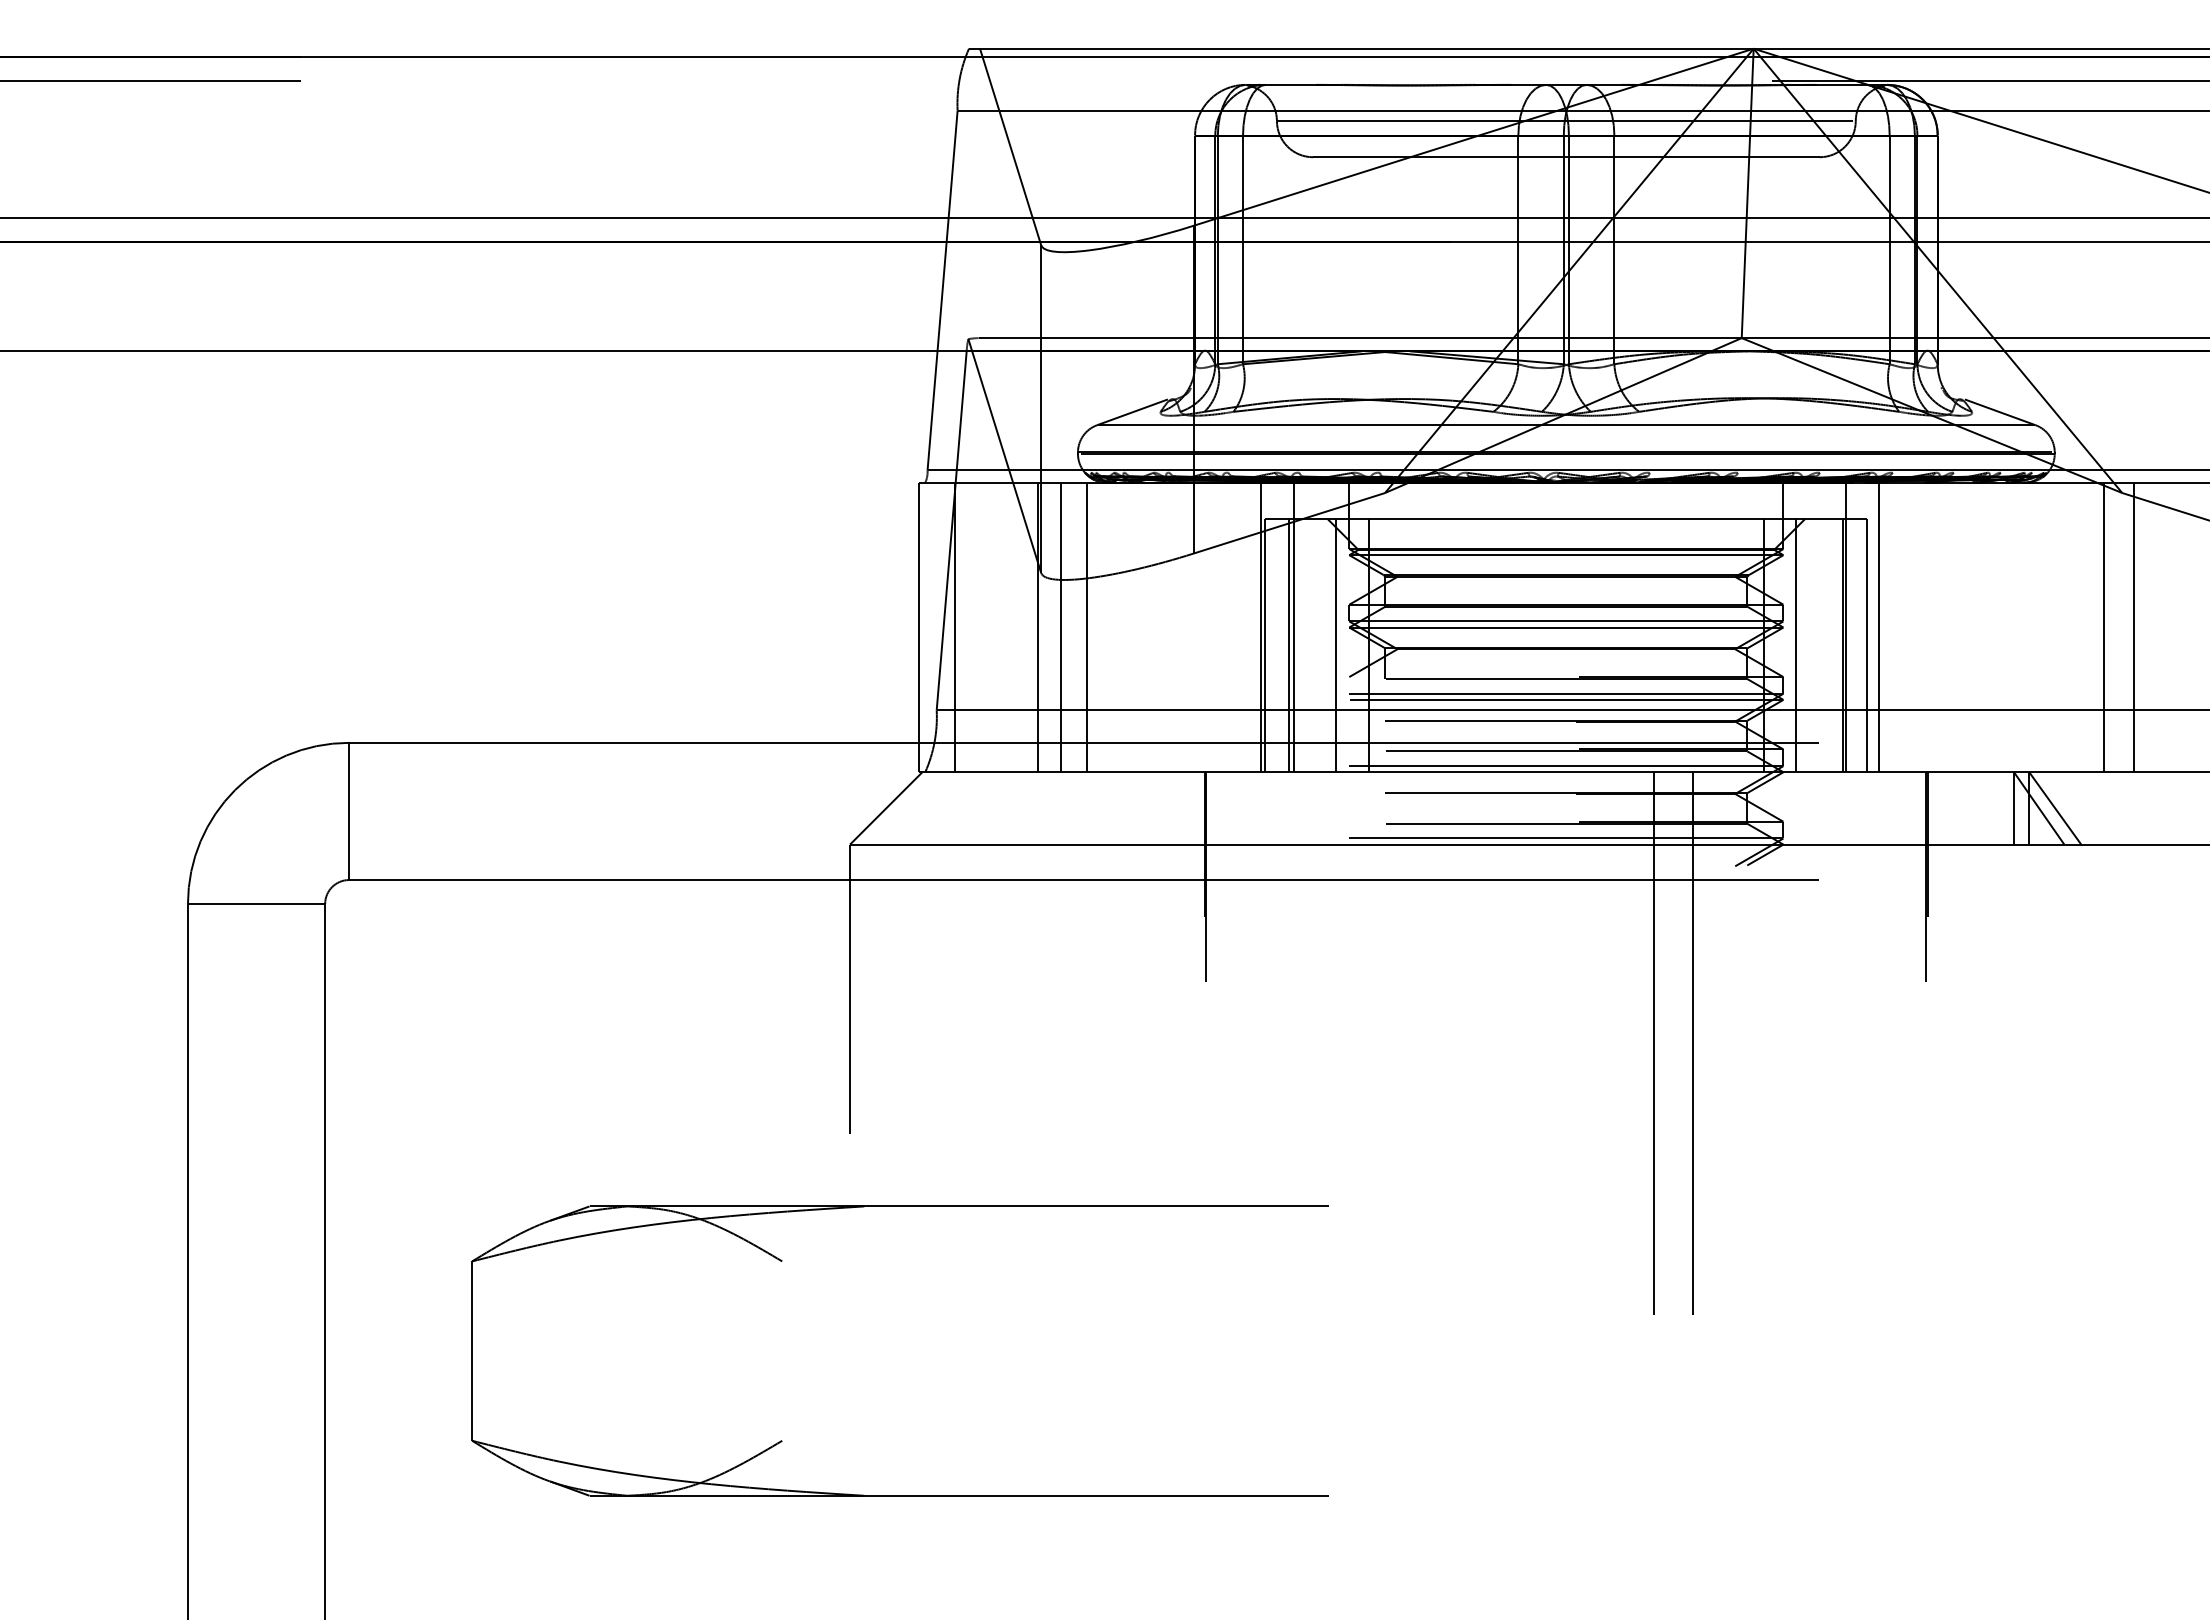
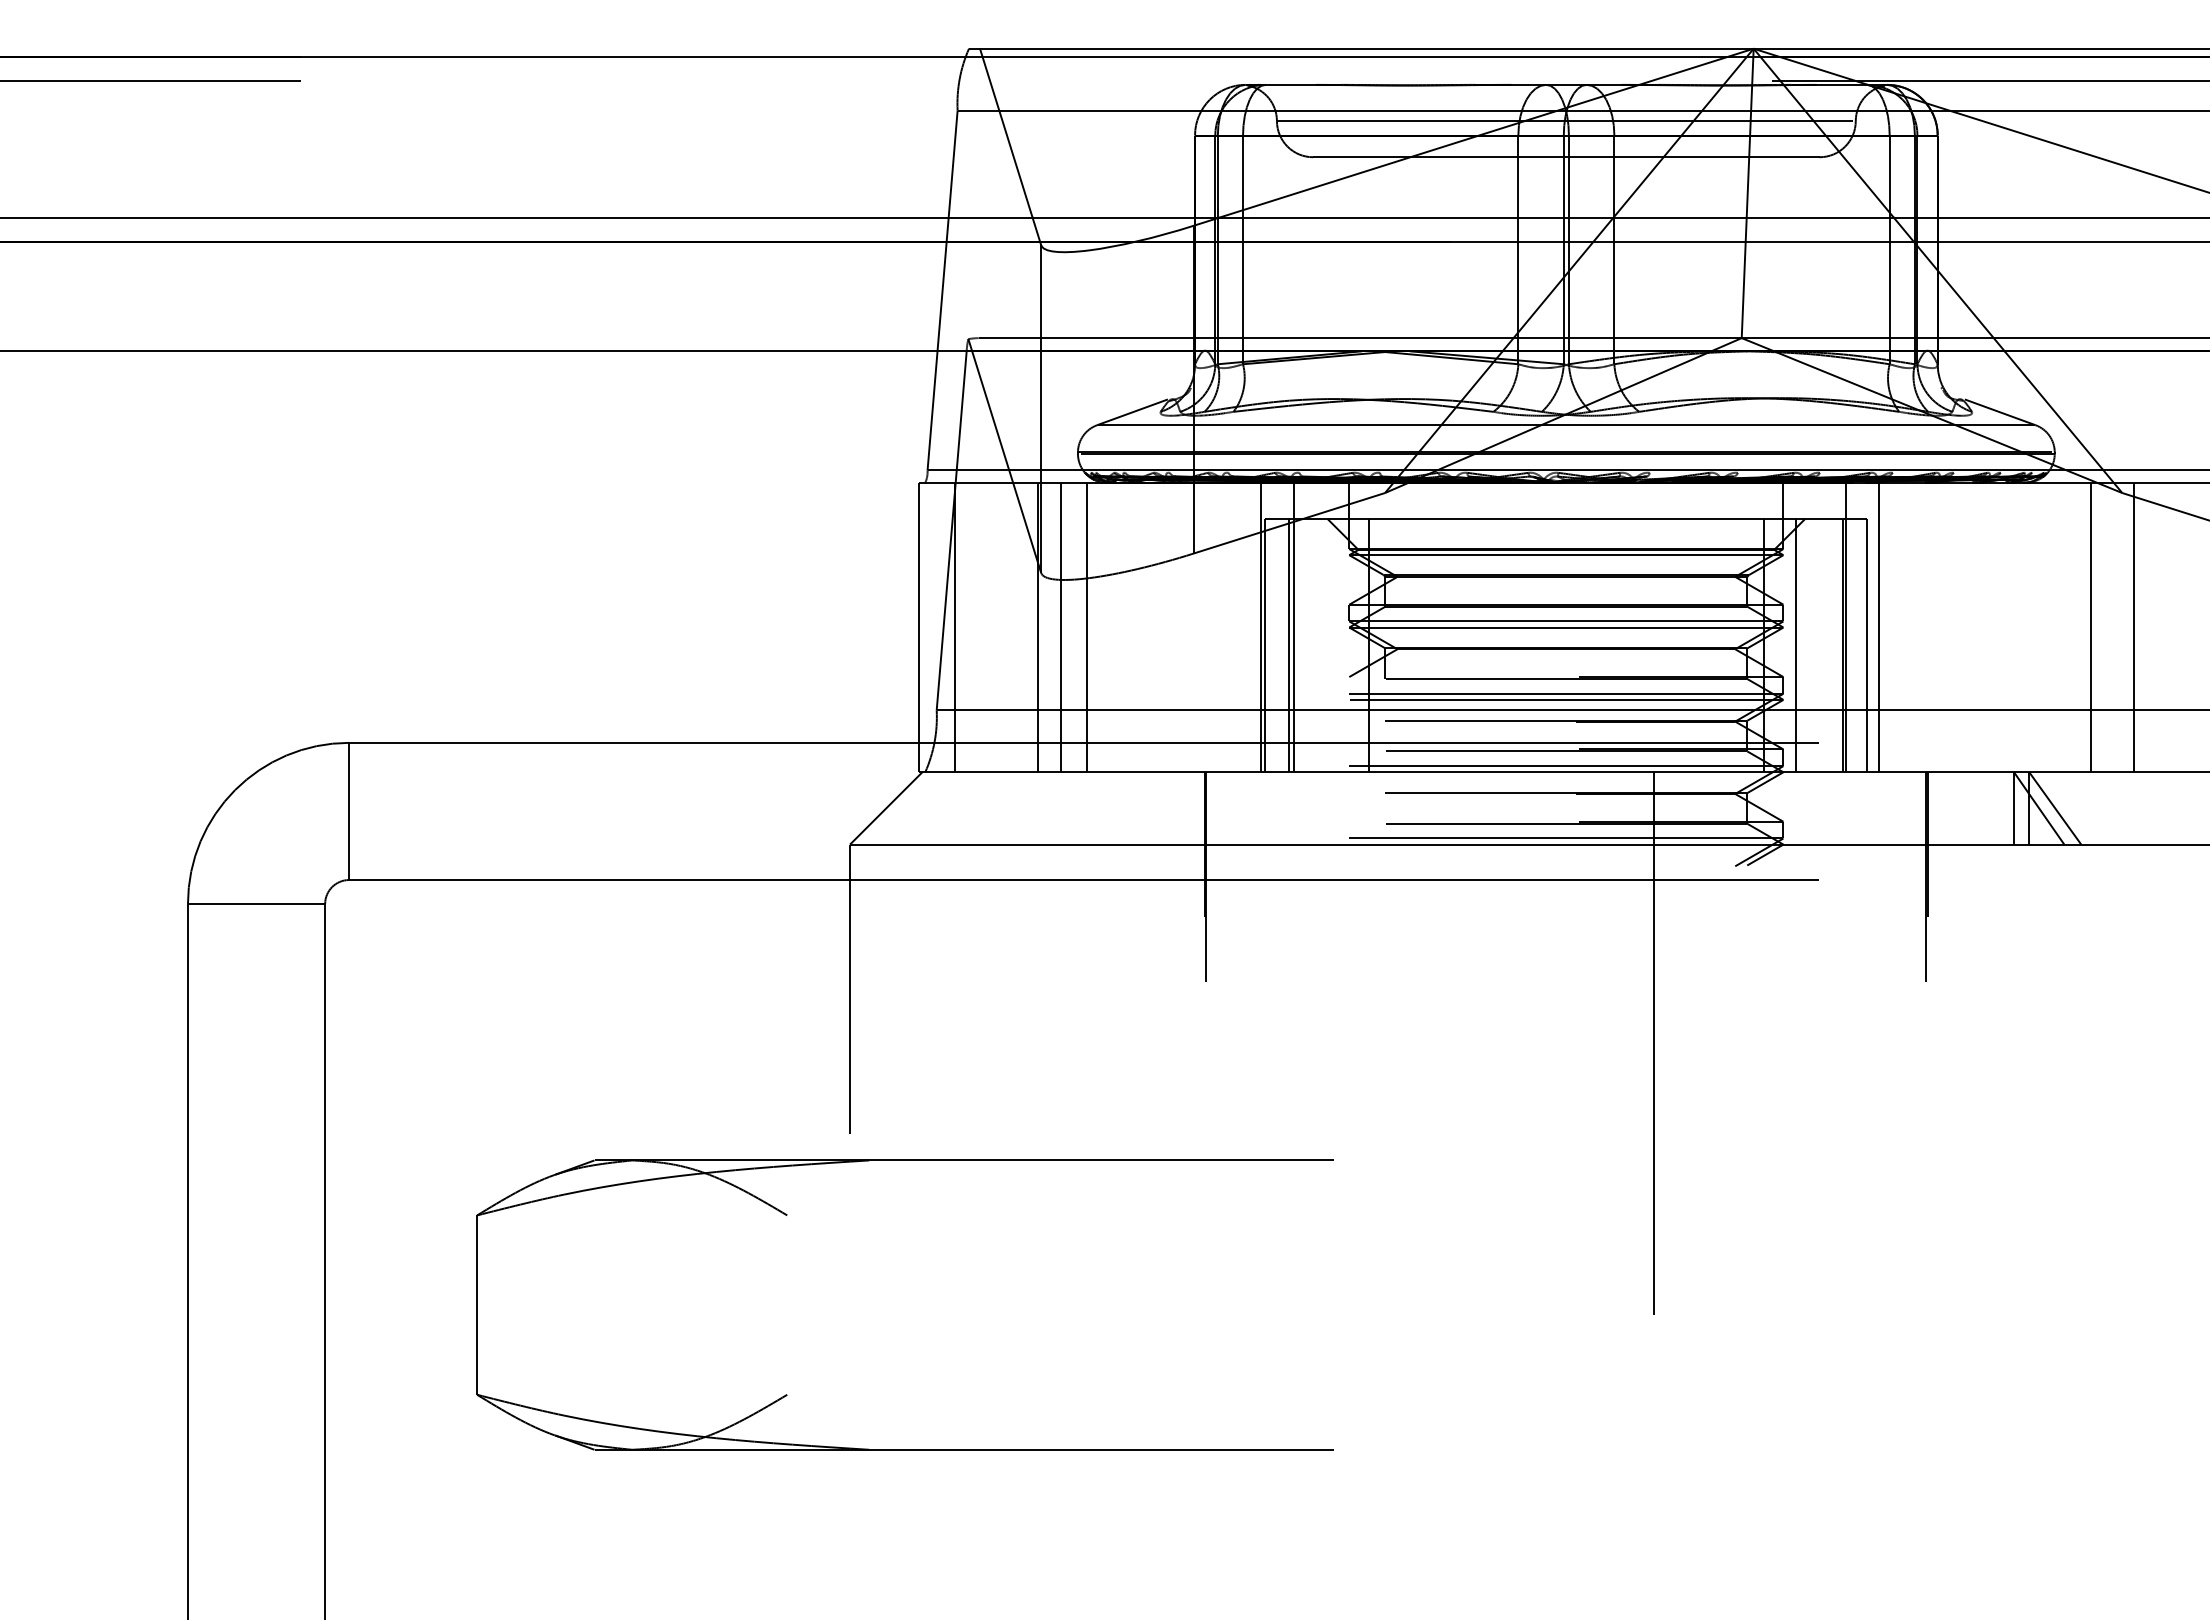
line at (2103, 627) position: (2103, 627) -> (2090, 627)
line at (1336, 645): present -> none
line at (1692, 1043): present -> none
part at (899, 1206) position: (899, 1206) -> (904, 1160)
